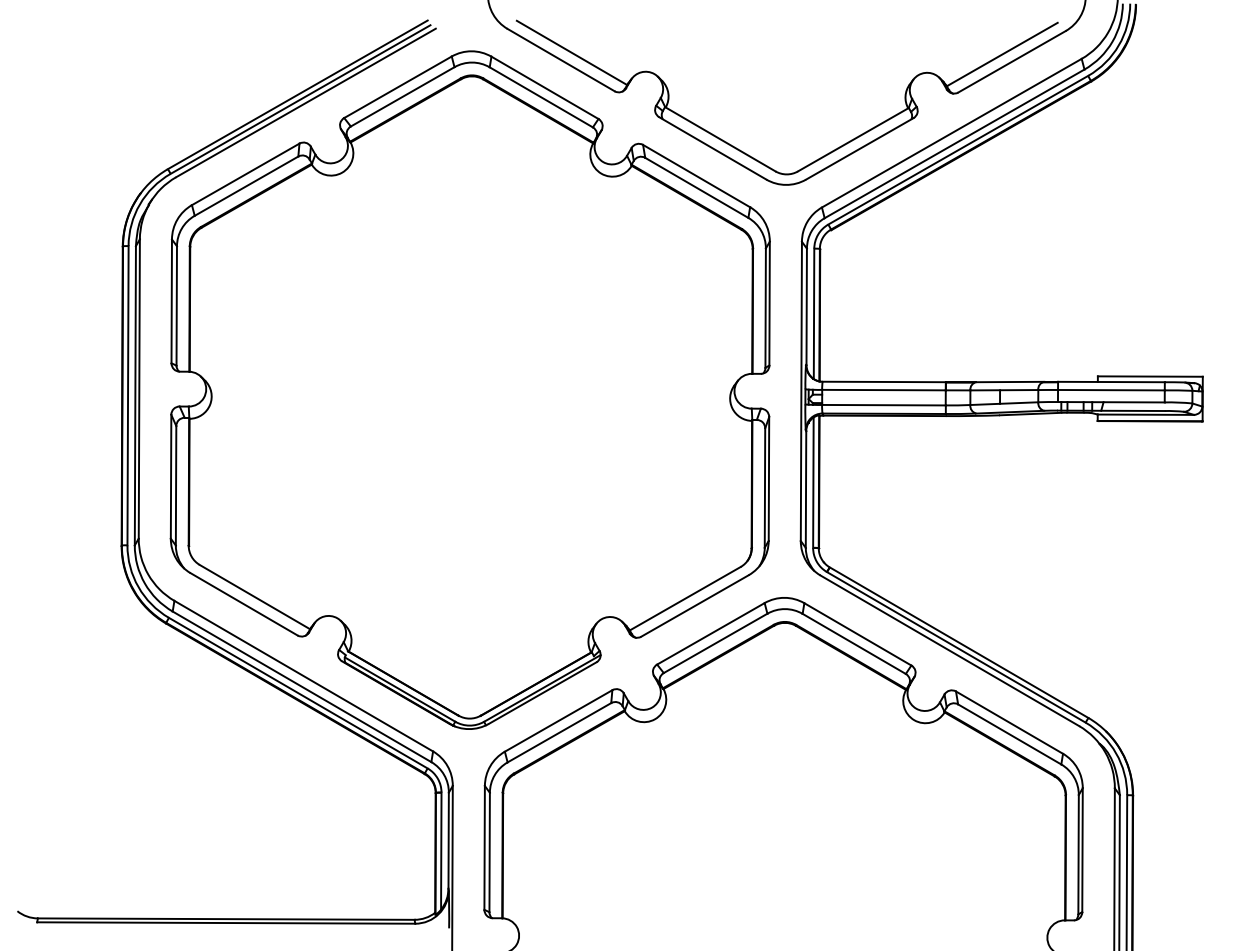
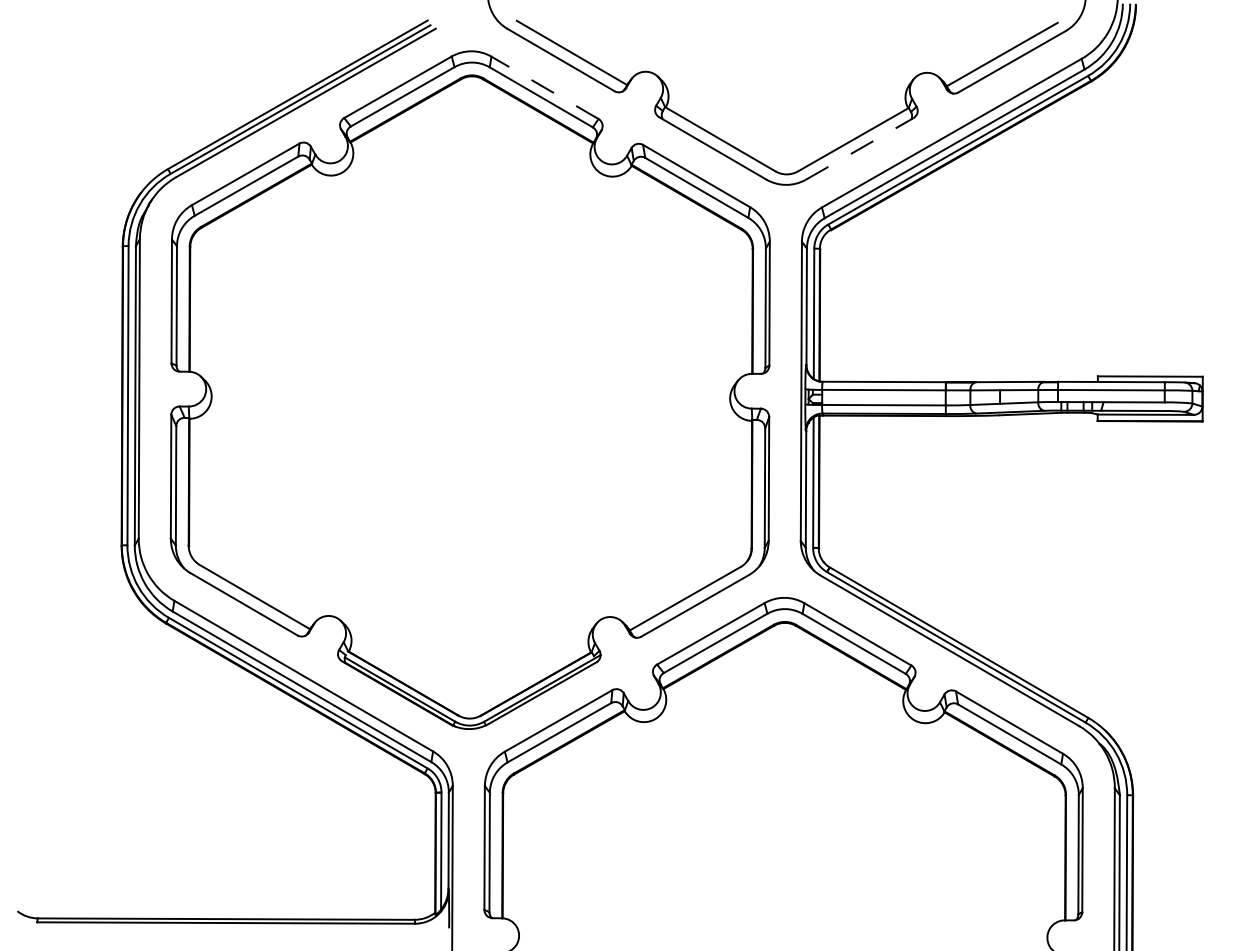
line at (544, 87): solid -> dashed
line at (859, 148): solid -> dashed
